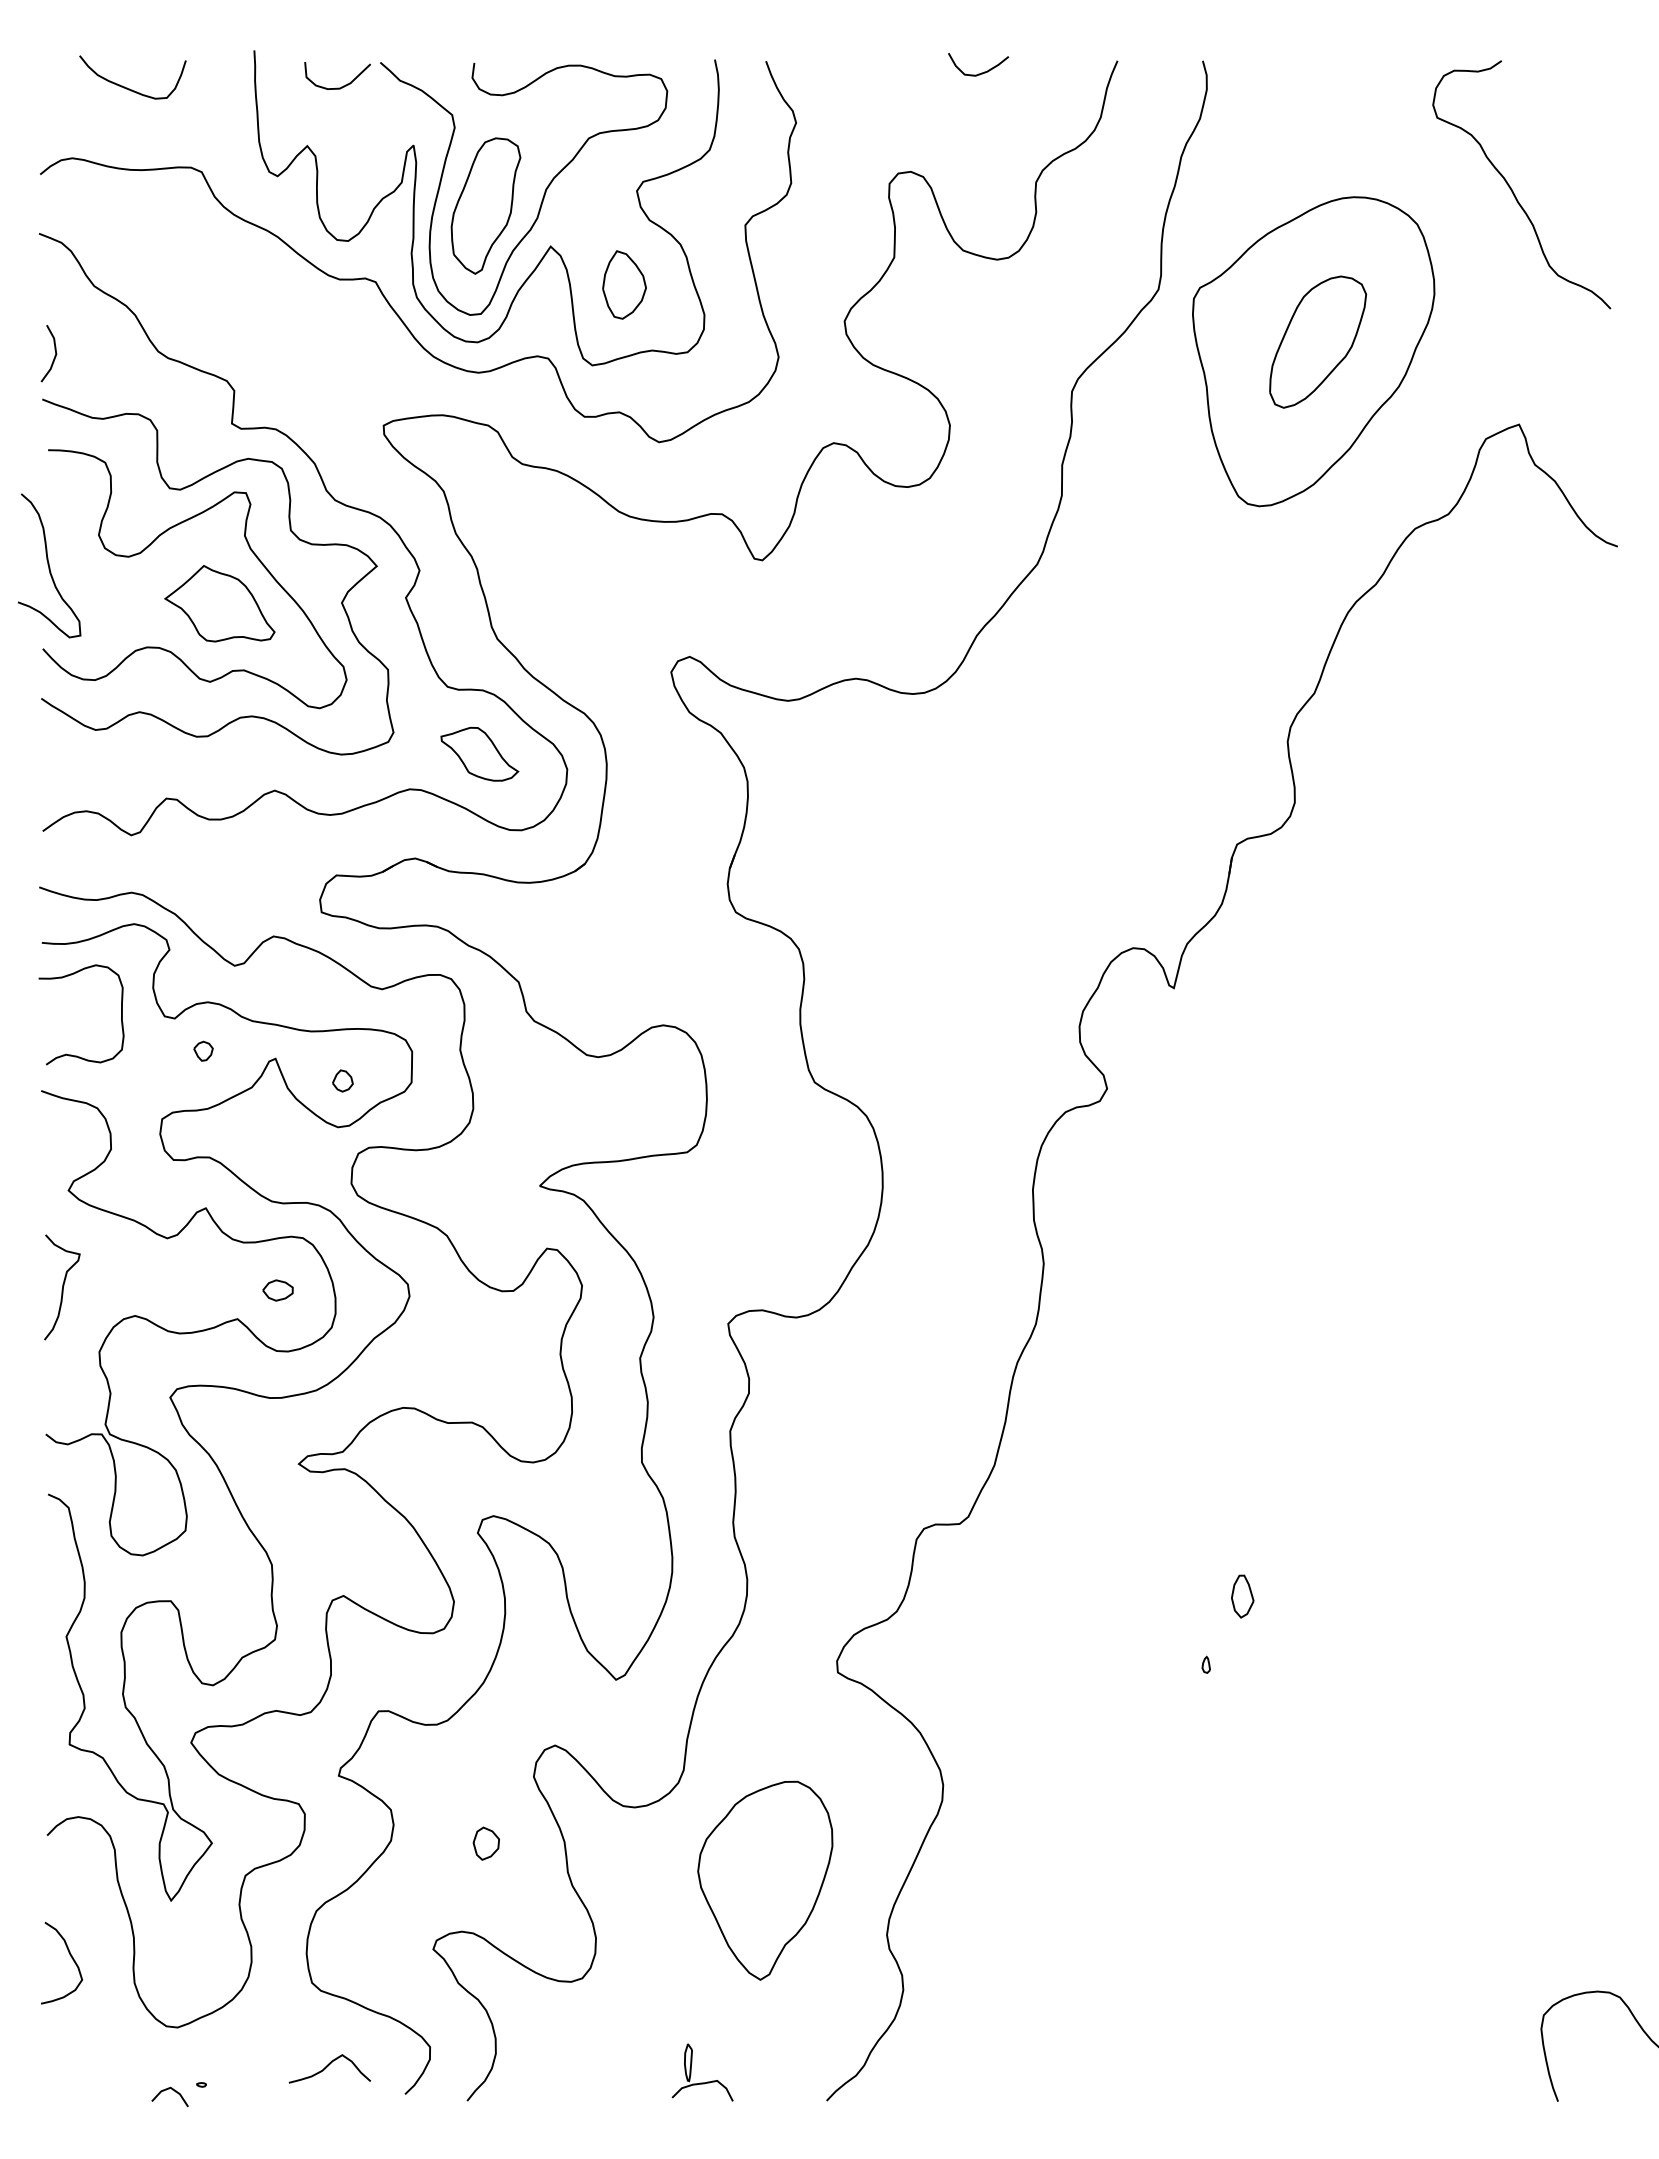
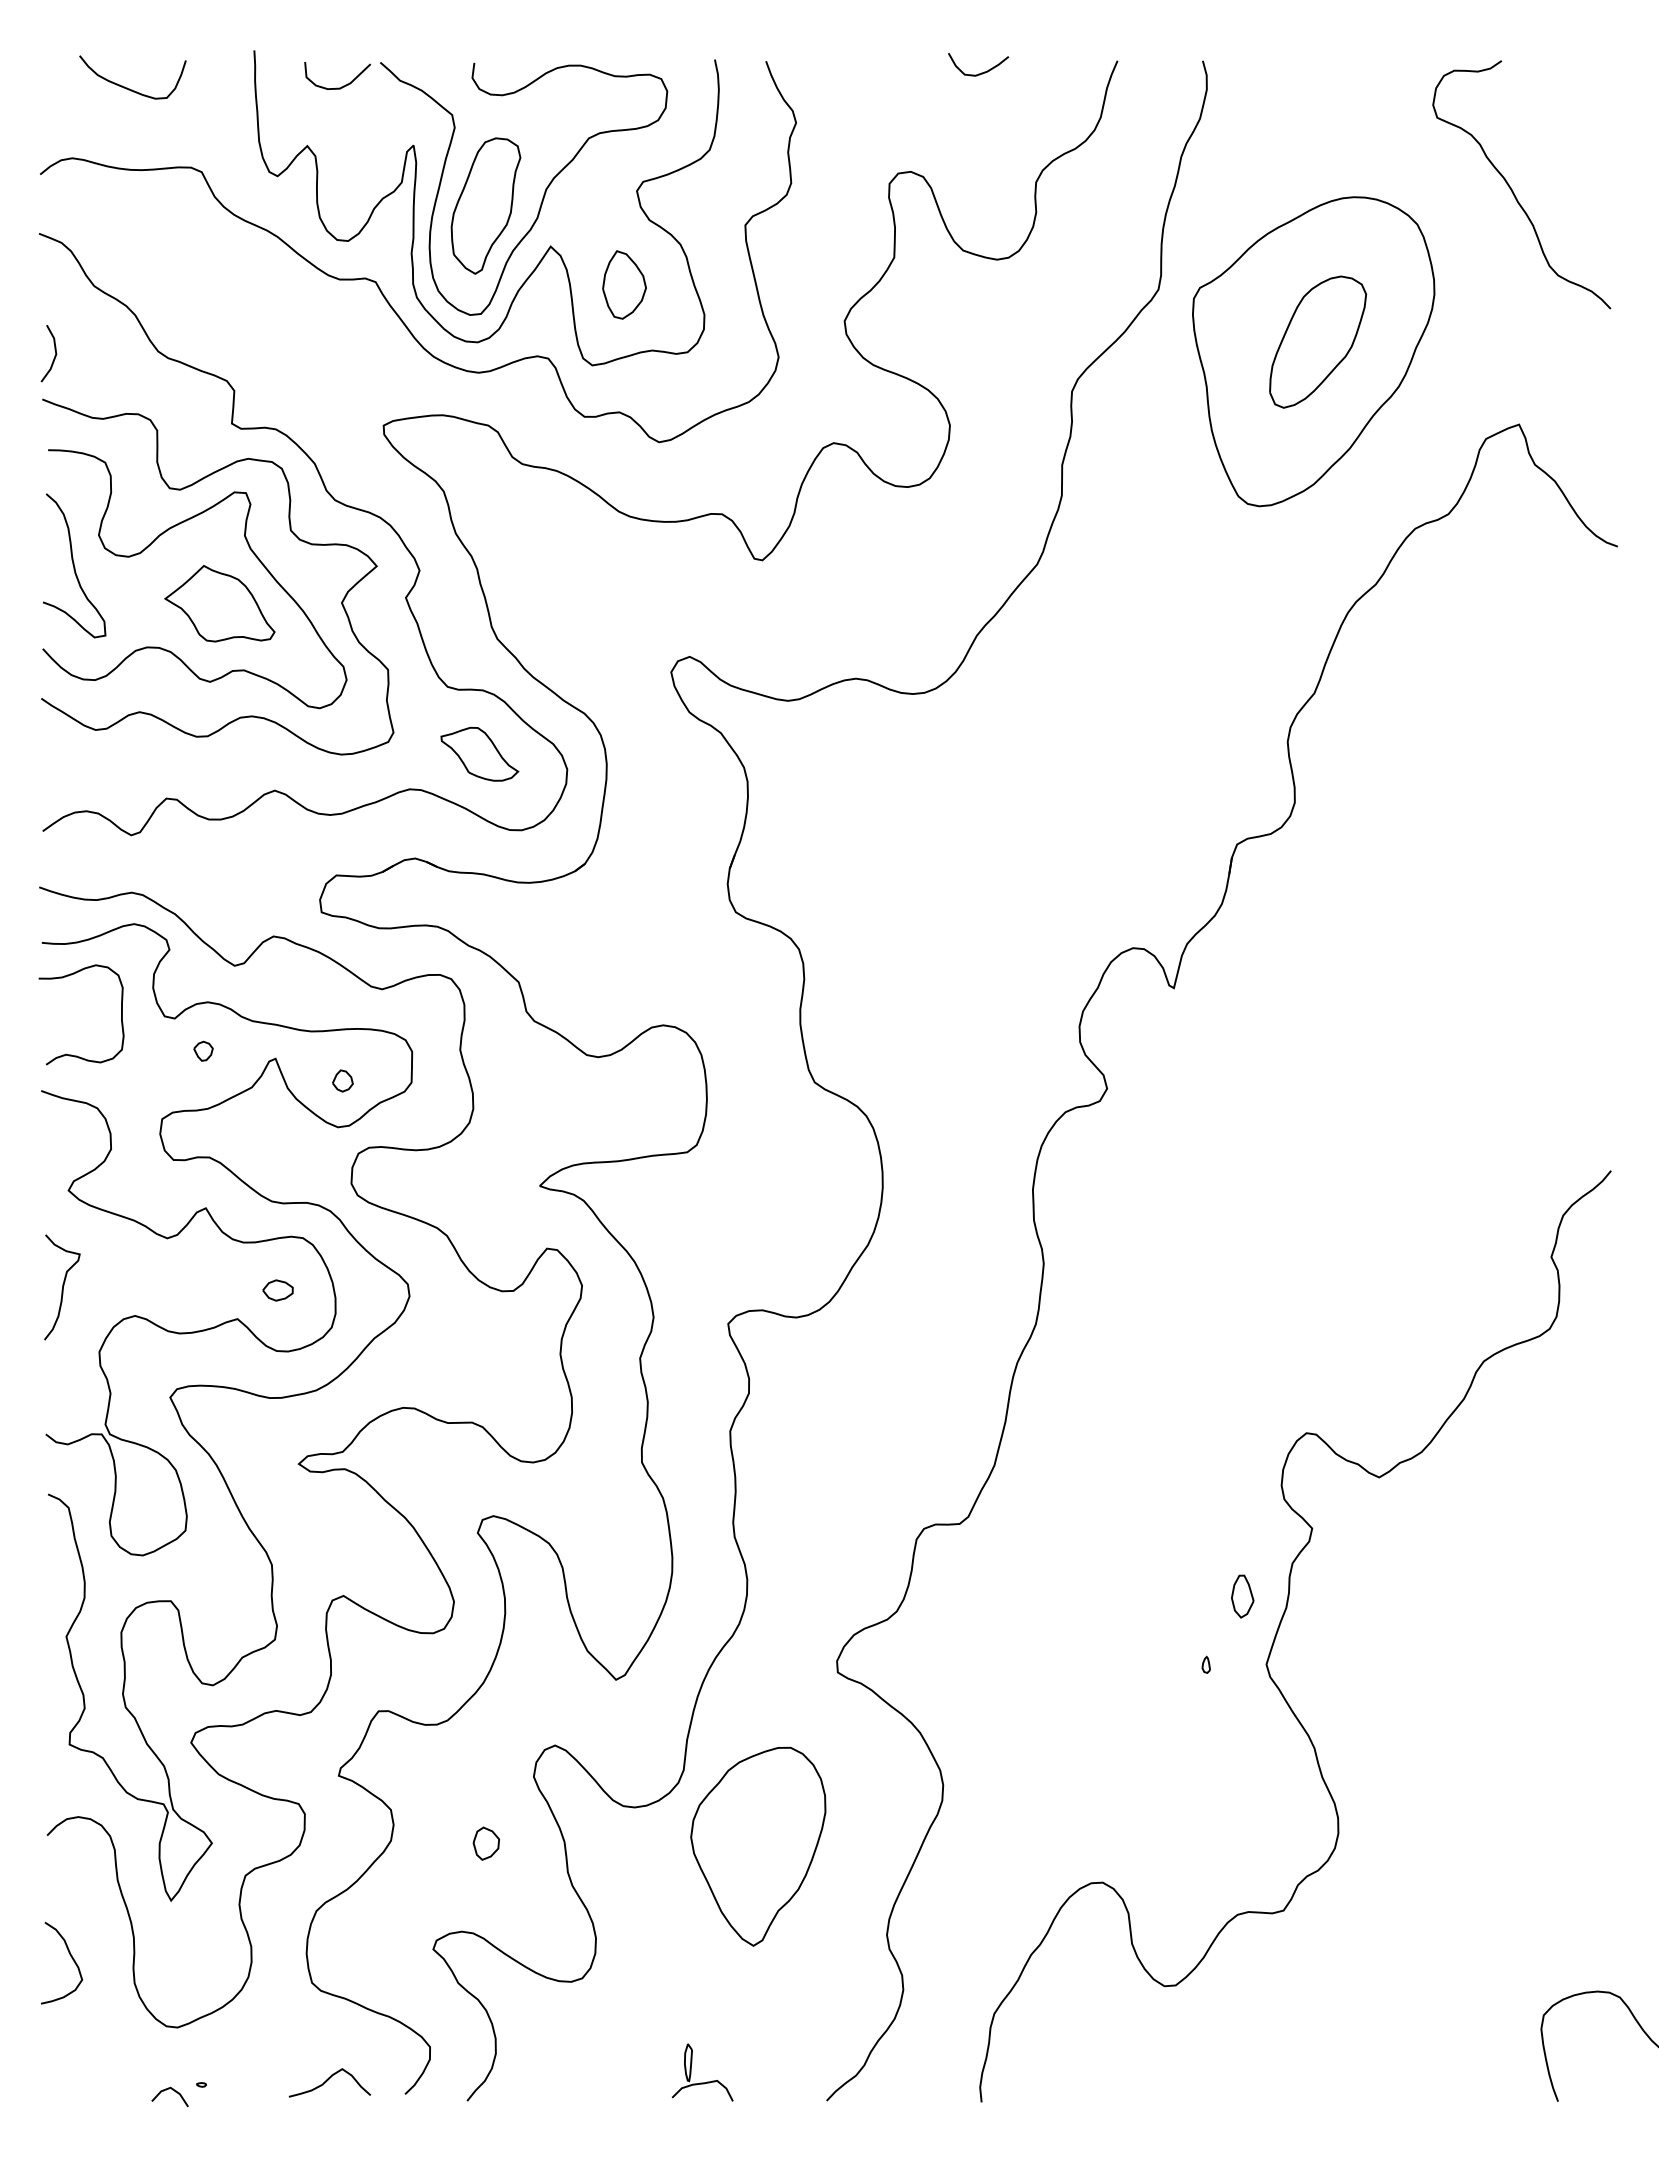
curve at (49, 565) position: (49, 565) -> (74, 565)
curve at (1278, 1631): none -> present
part at (765, 1880) position: (765, 1880) -> (758, 1846)
curve at (328, 2066) position: (328, 2066) -> (328, 2080)
